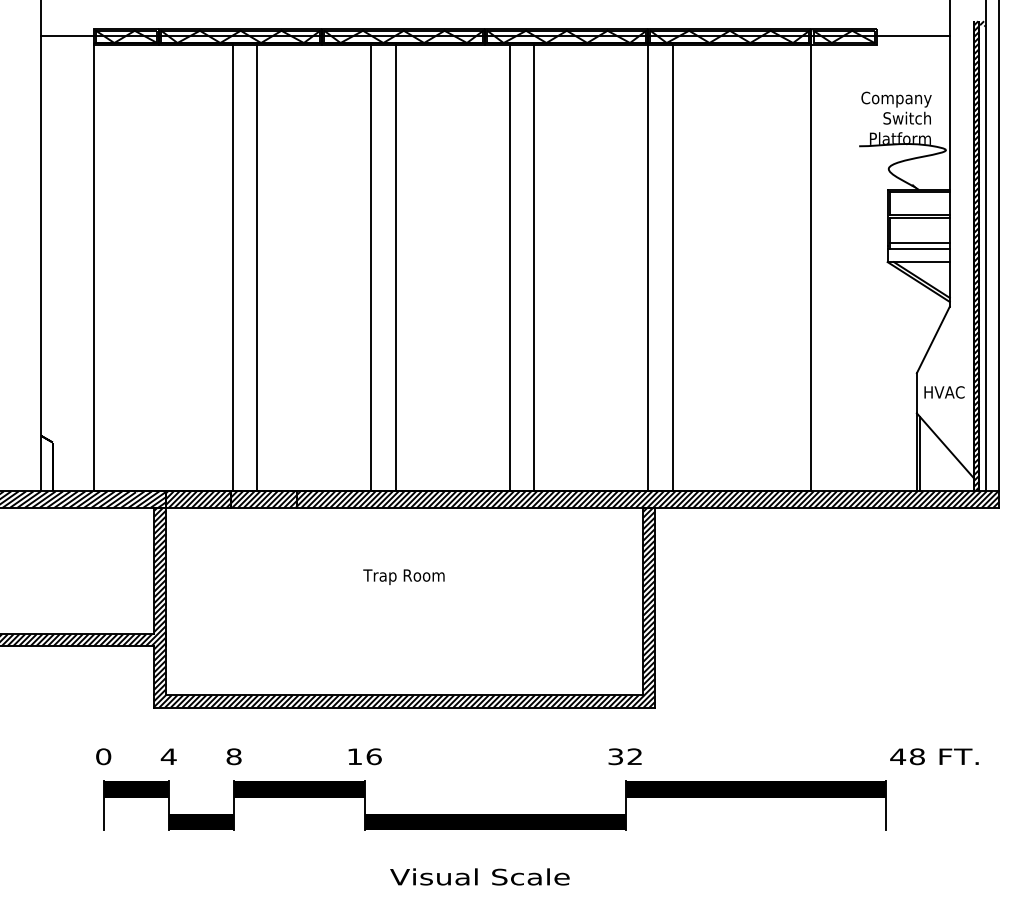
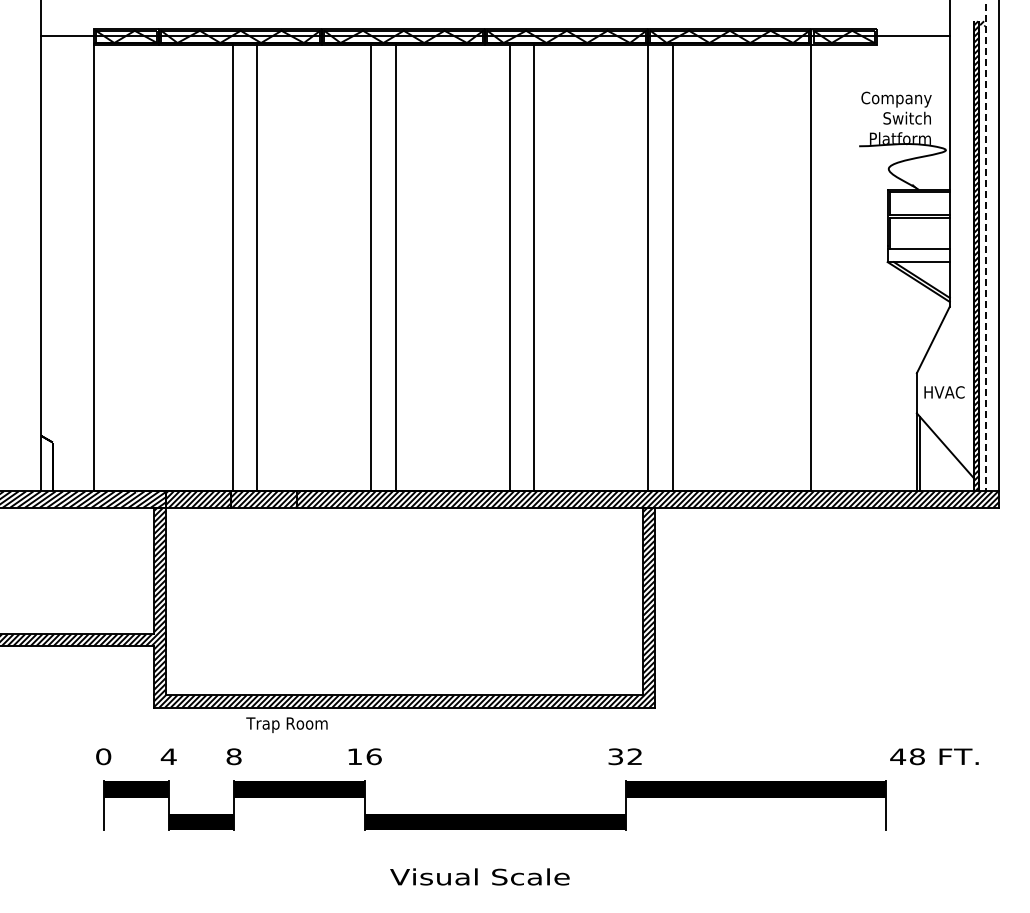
line at (919, 243): present -> none
line at (985, 246): solid -> dashed
text at (403, 576) position: (403, 576) -> (286, 724)
